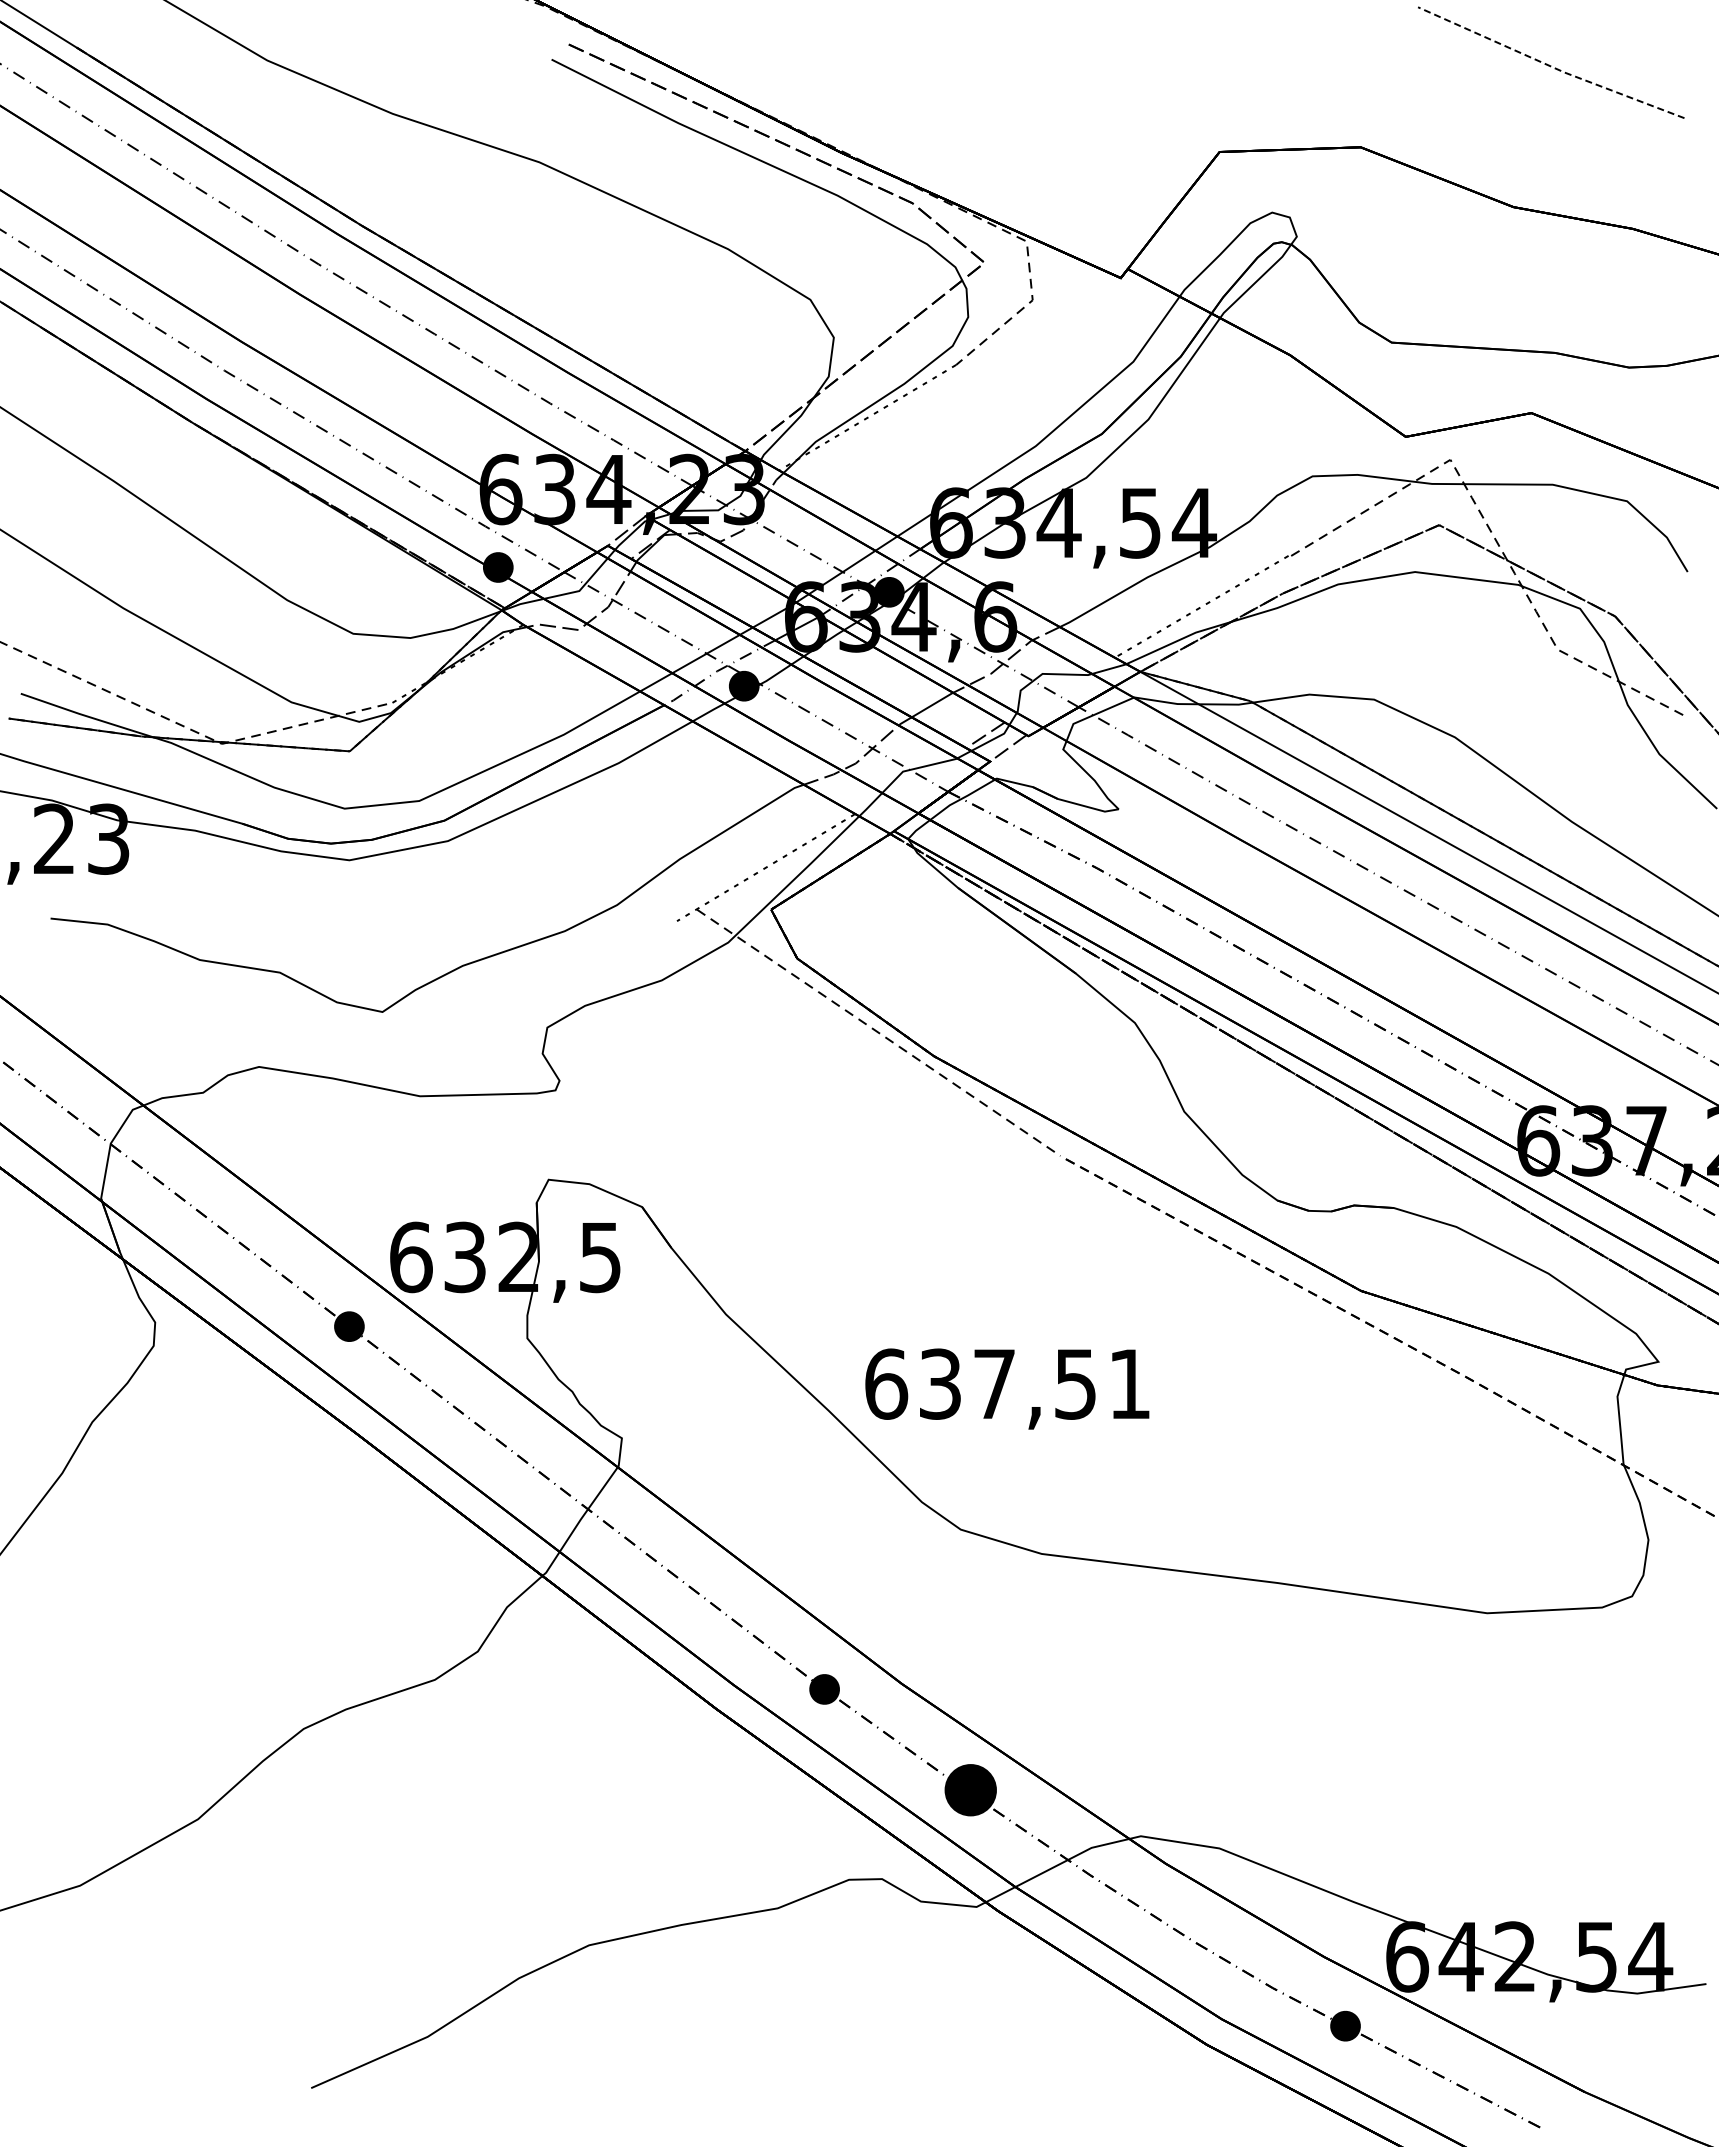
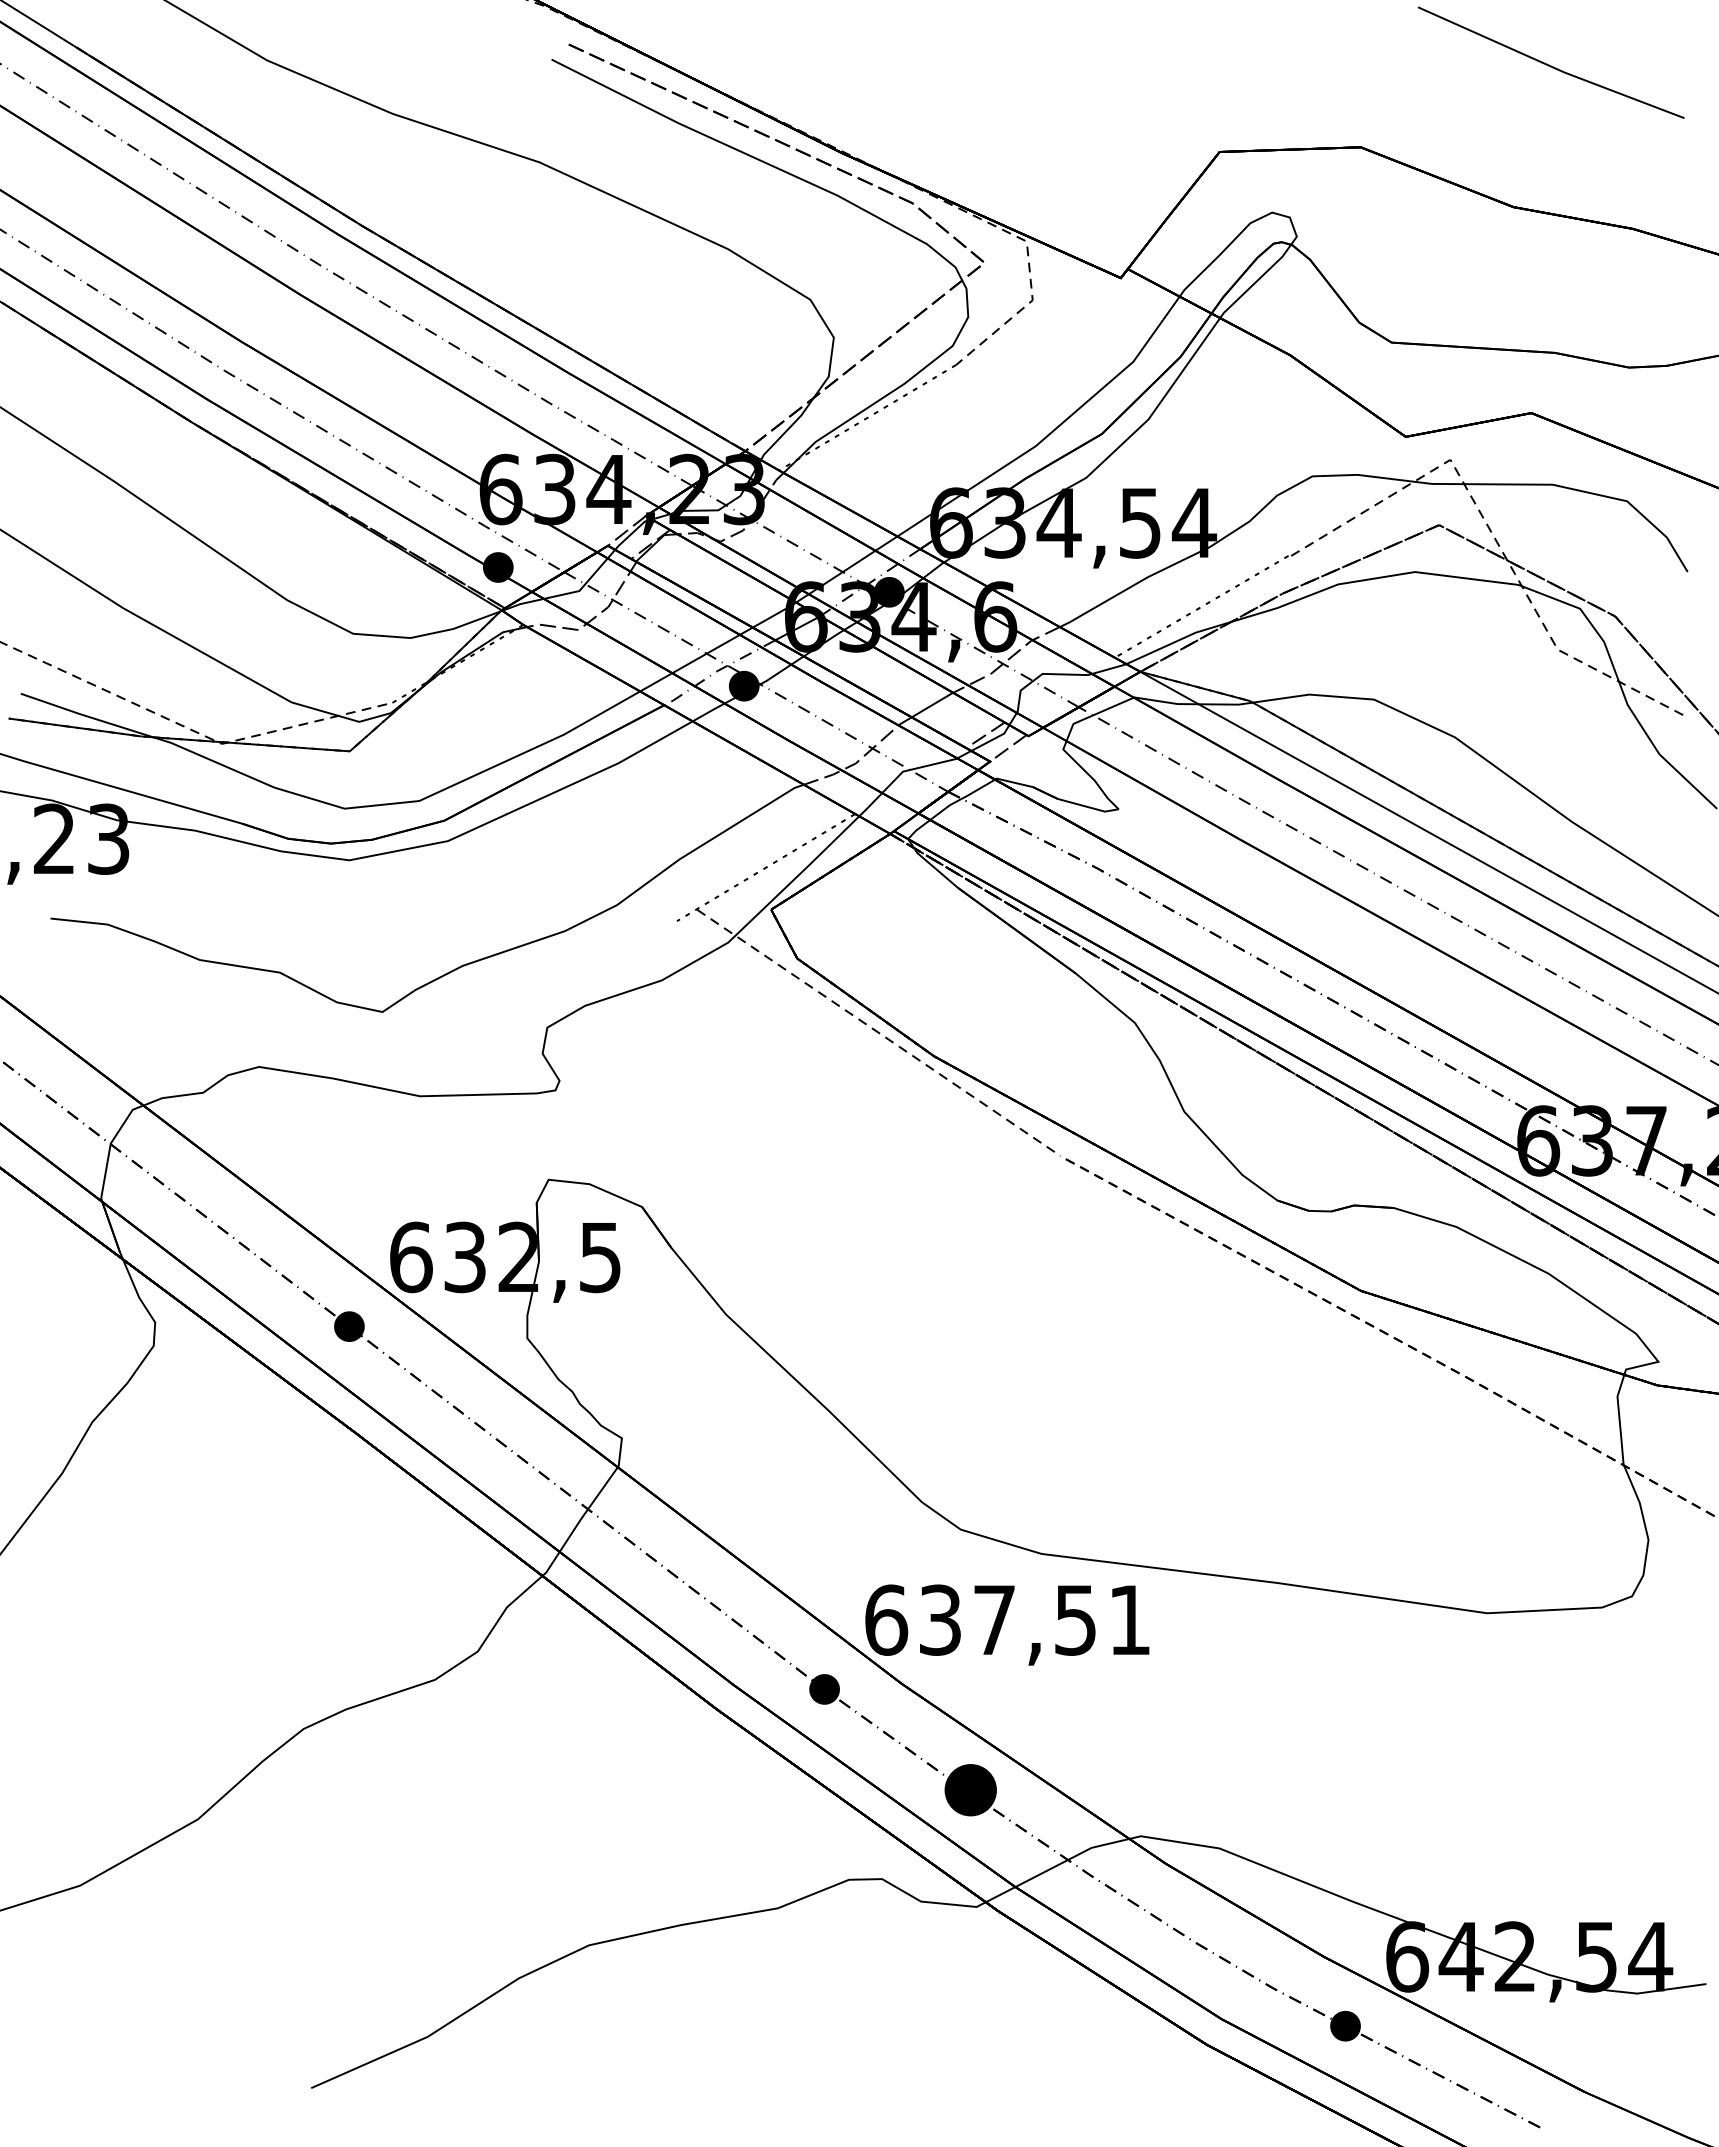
line at (1549, 66): dashed -> solid
text at (1007, 1388) position: (1007, 1388) -> (1007, 1624)
